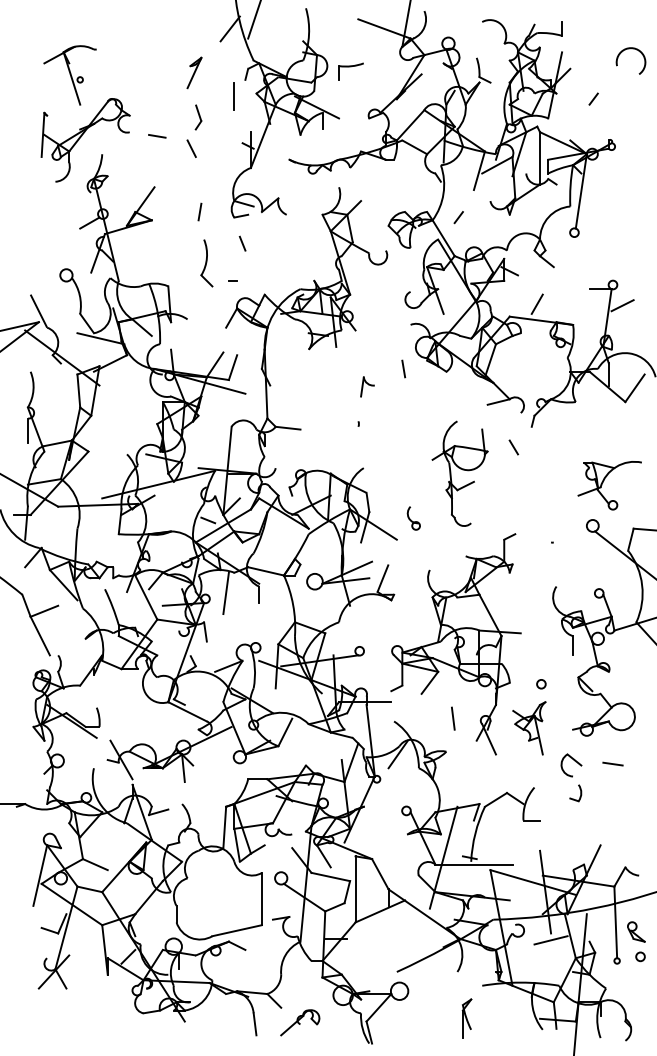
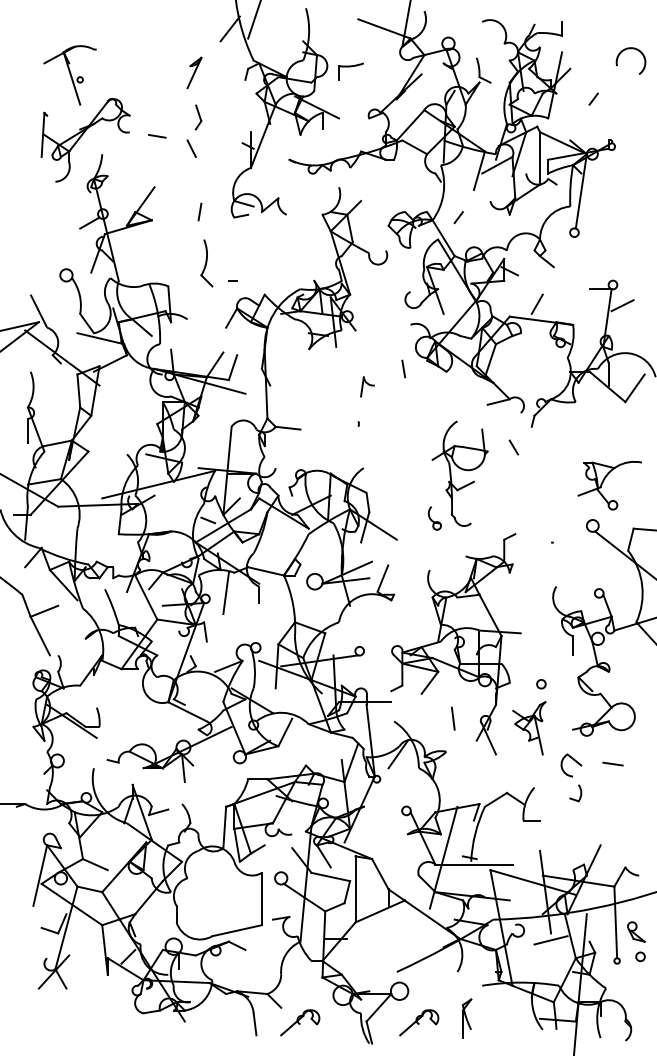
line at (234, 96): present -> none
line at (242, 243): present -> none
part at (413, 518) position: (413, 518) -> (434, 518)
line at (121, 759): present -> none
part at (419, 1022): none -> present
